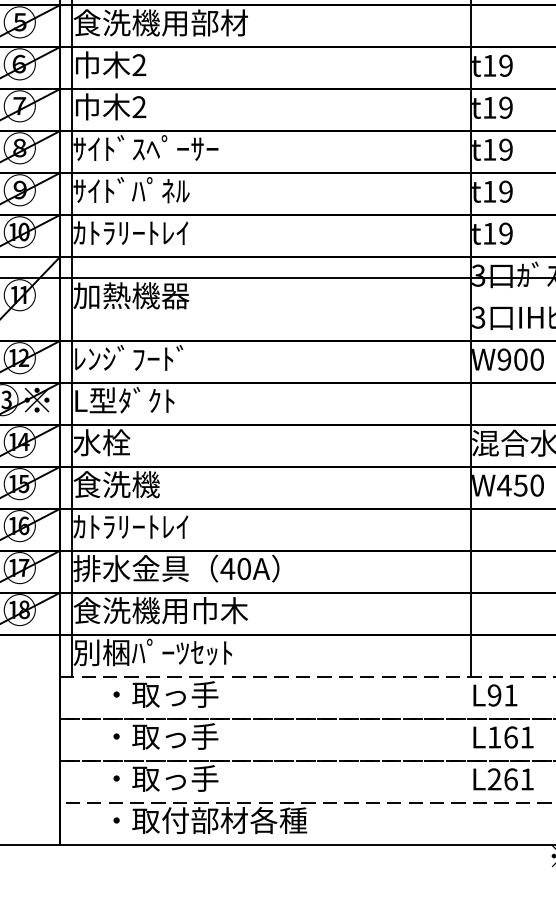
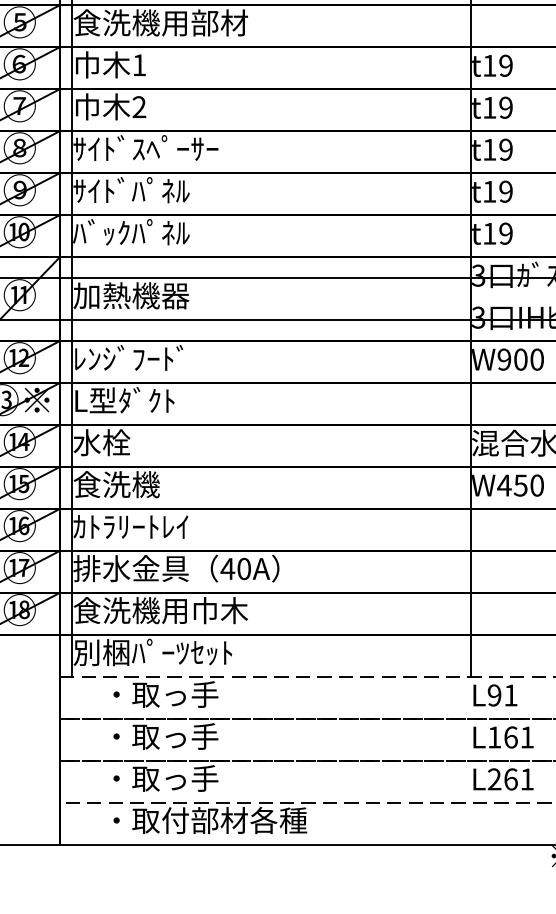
text at (139, 65): 2 -> 1
text at (131, 232): ｶﾄﾗﾘｰﾄﾚｲ -> ﾊﾞｯｸﾊﾟﾈﾙ
line at (277, 319): none -> present
